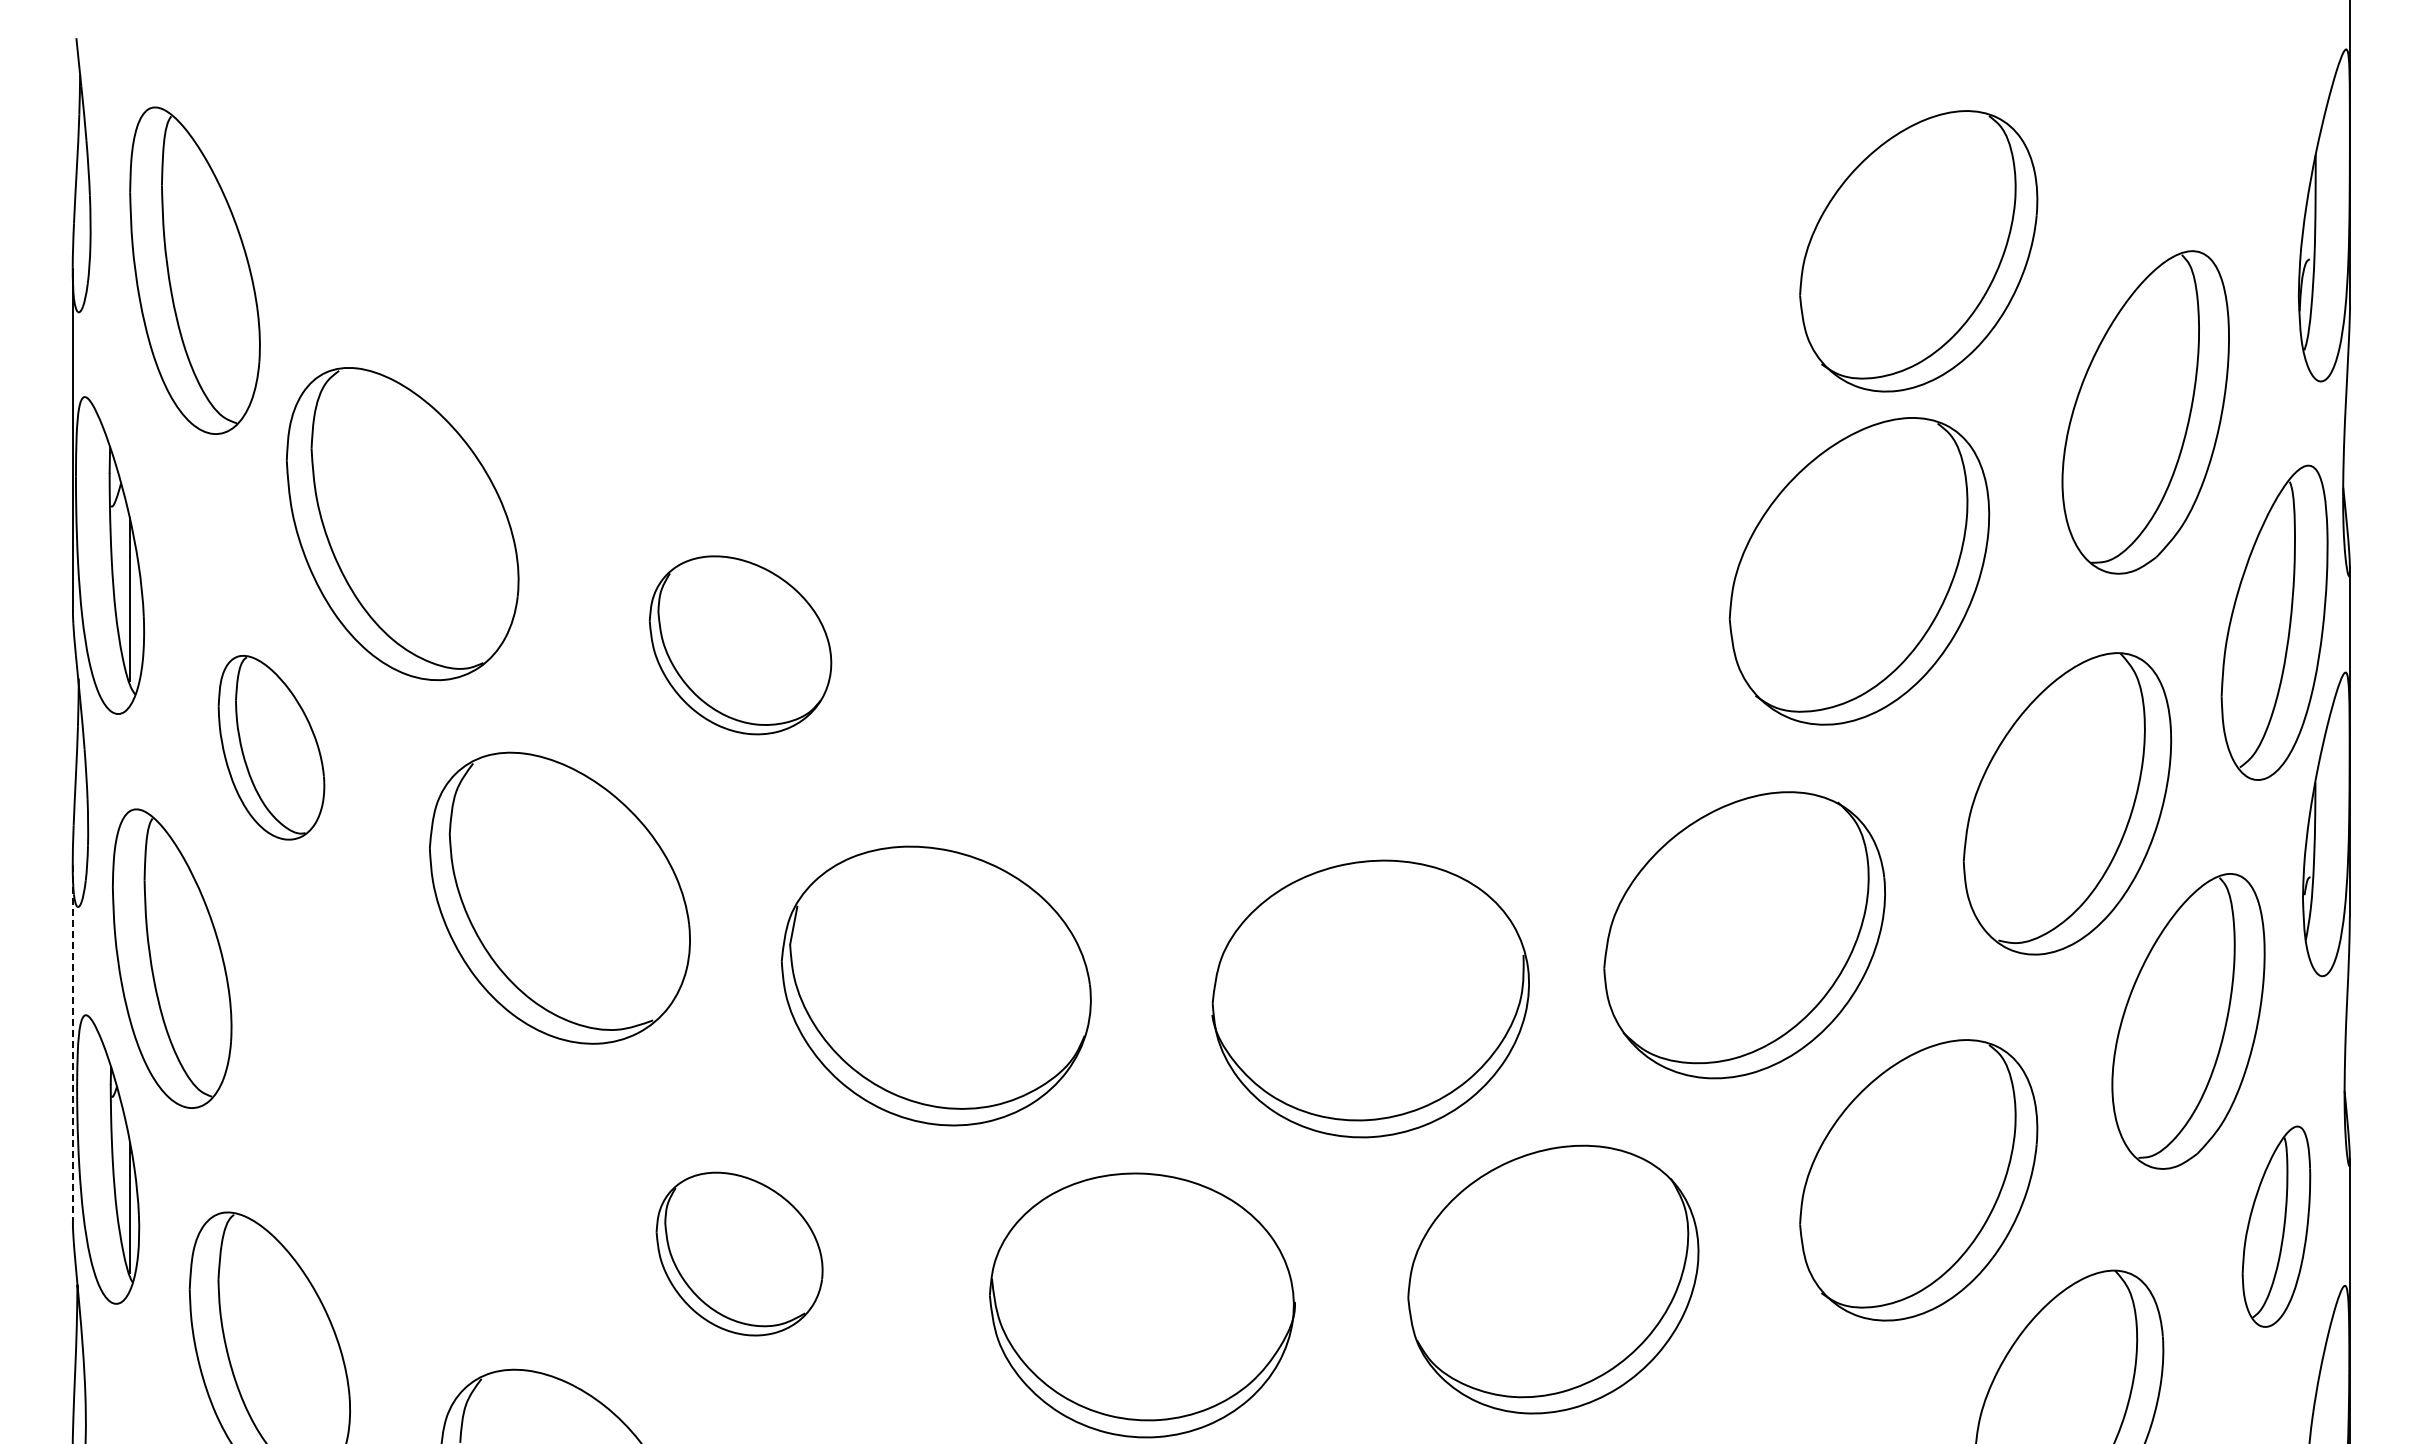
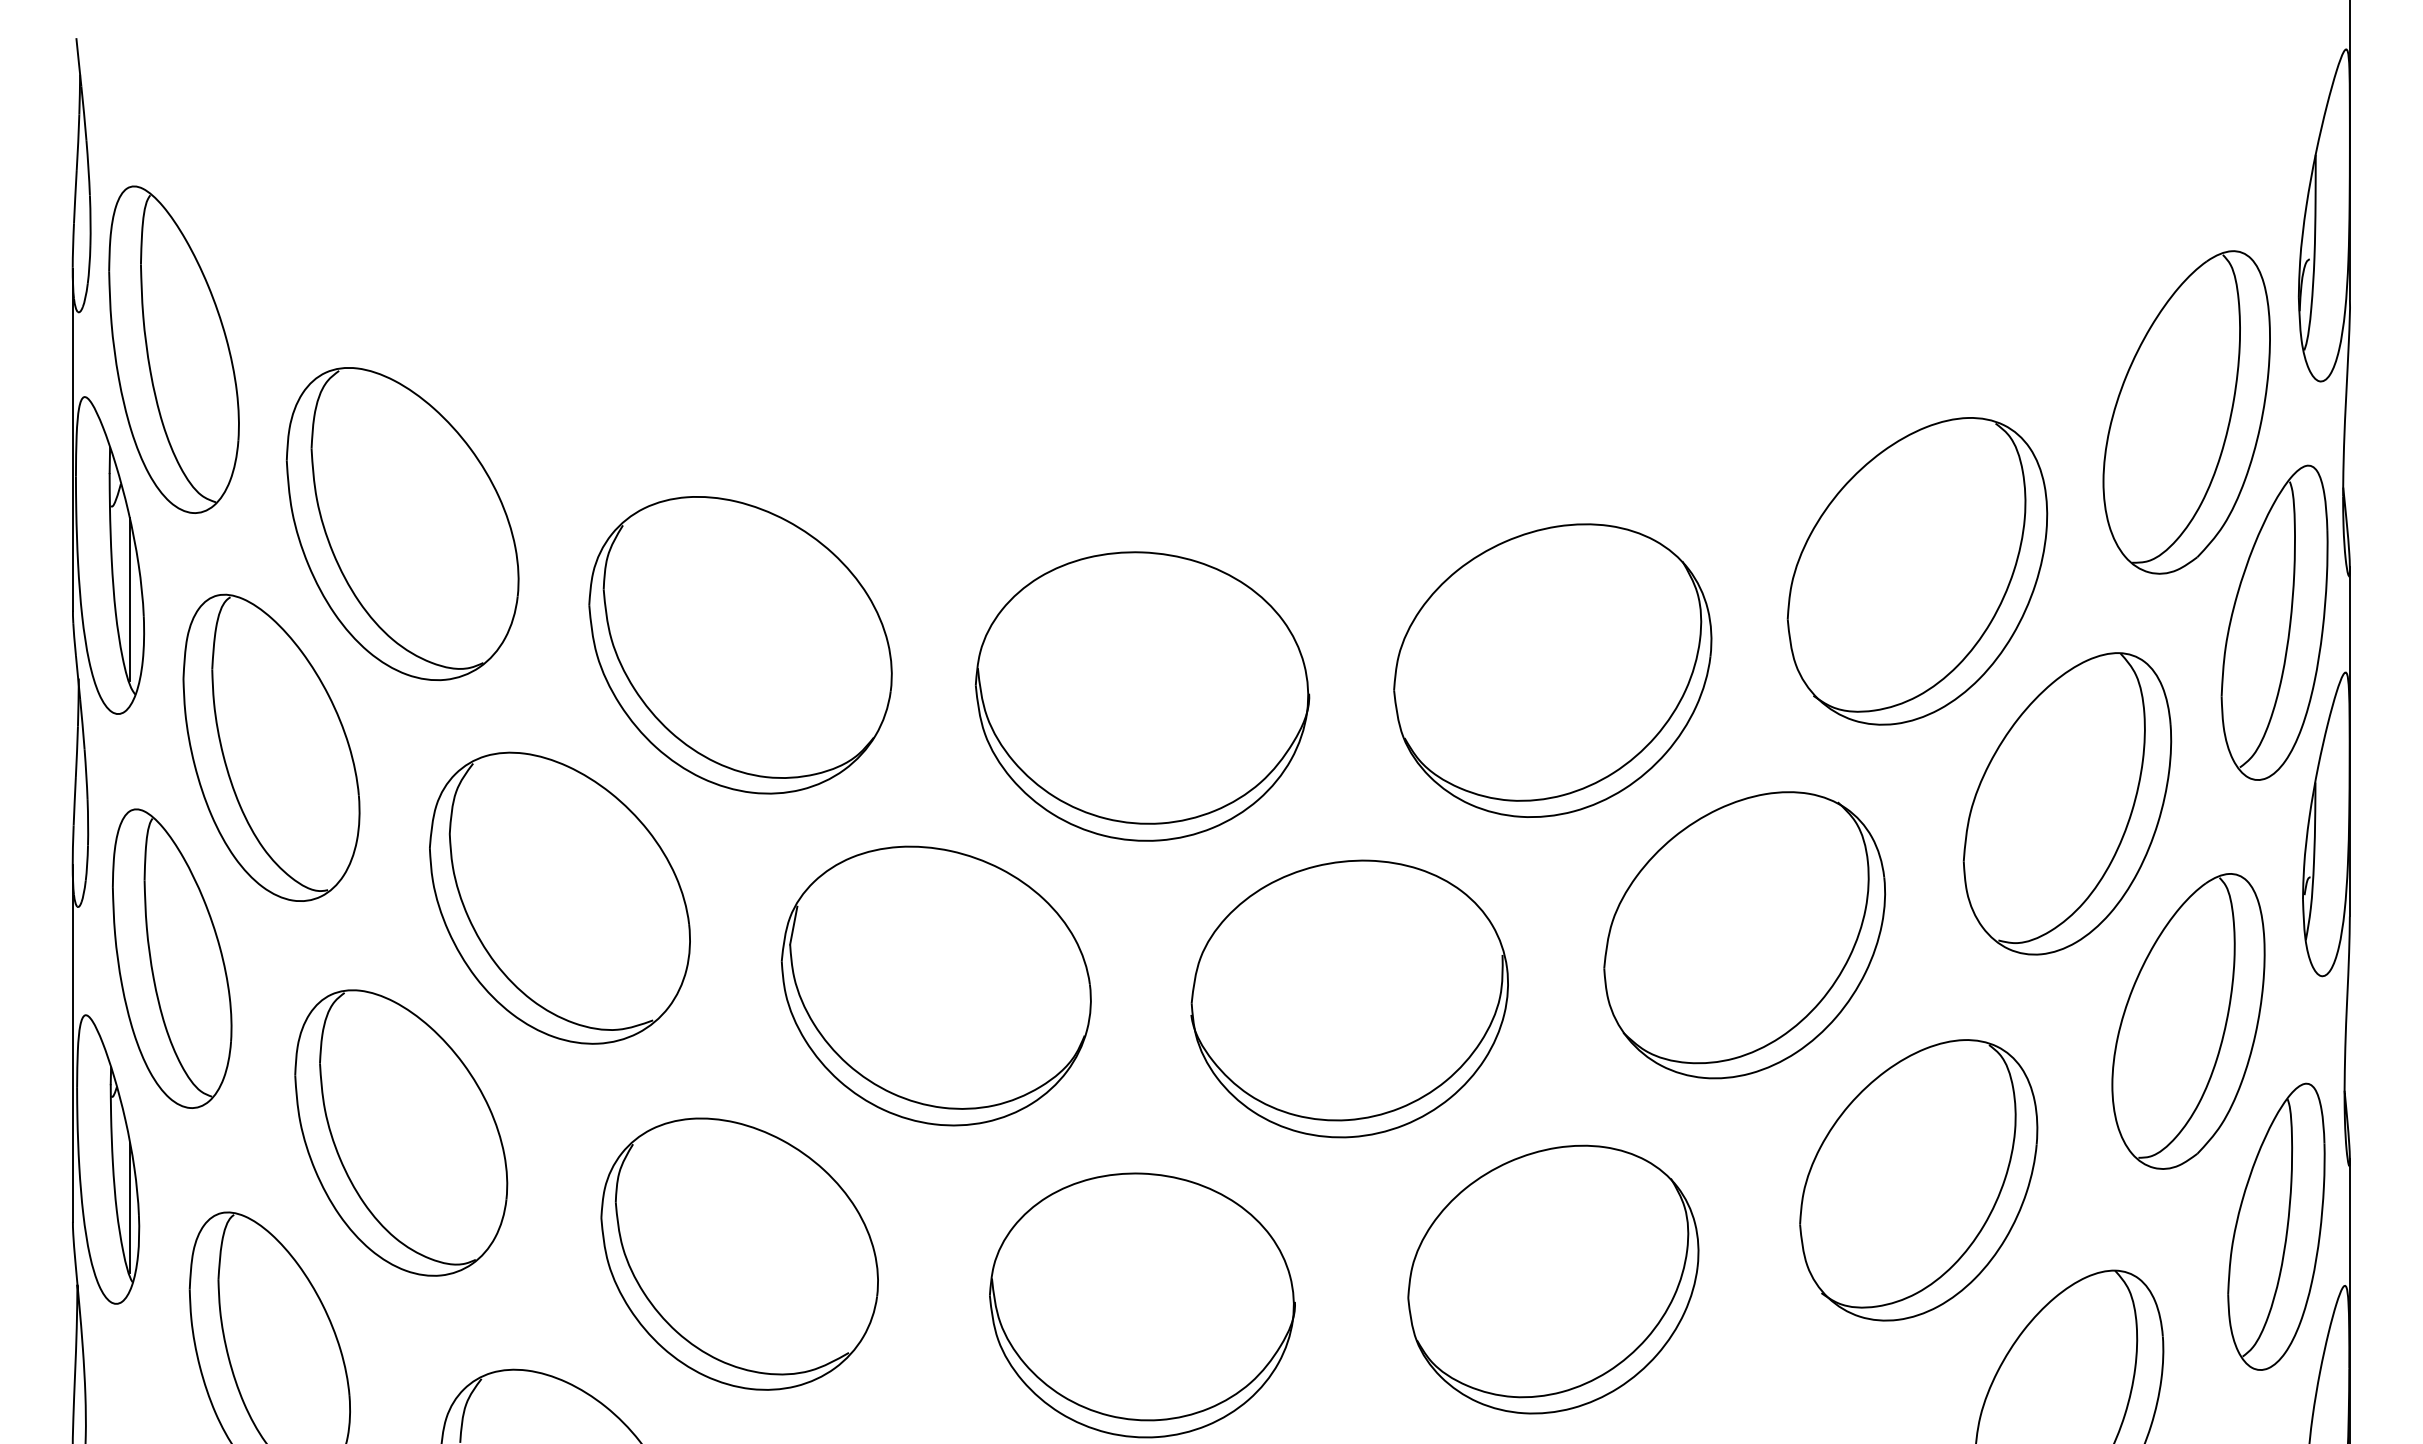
part at (1918, 251): present -> none
part at (194, 270) position: (194, 270) -> (173, 349)
part at (2145, 412) position: (2145, 412) -> (2186, 412)
part at (1859, 571) position: (1859, 571) -> (1917, 571)
part at (740, 645) size: 185x181 px -> 305x299 px
part at (1552, 670): none -> present
part at (1142, 696): none -> present
part at (271, 747) size: 109x186 px -> 179x309 px
part at (1370, 998) position: (1370, 998) -> (1349, 998)
line at (72, 1044): dashed -> solid
part at (401, 1132): none -> present
part at (2276, 1226) size: 71x203 px -> 99x289 px
part at (739, 1253) size: 169x166 px -> 279x274 px
